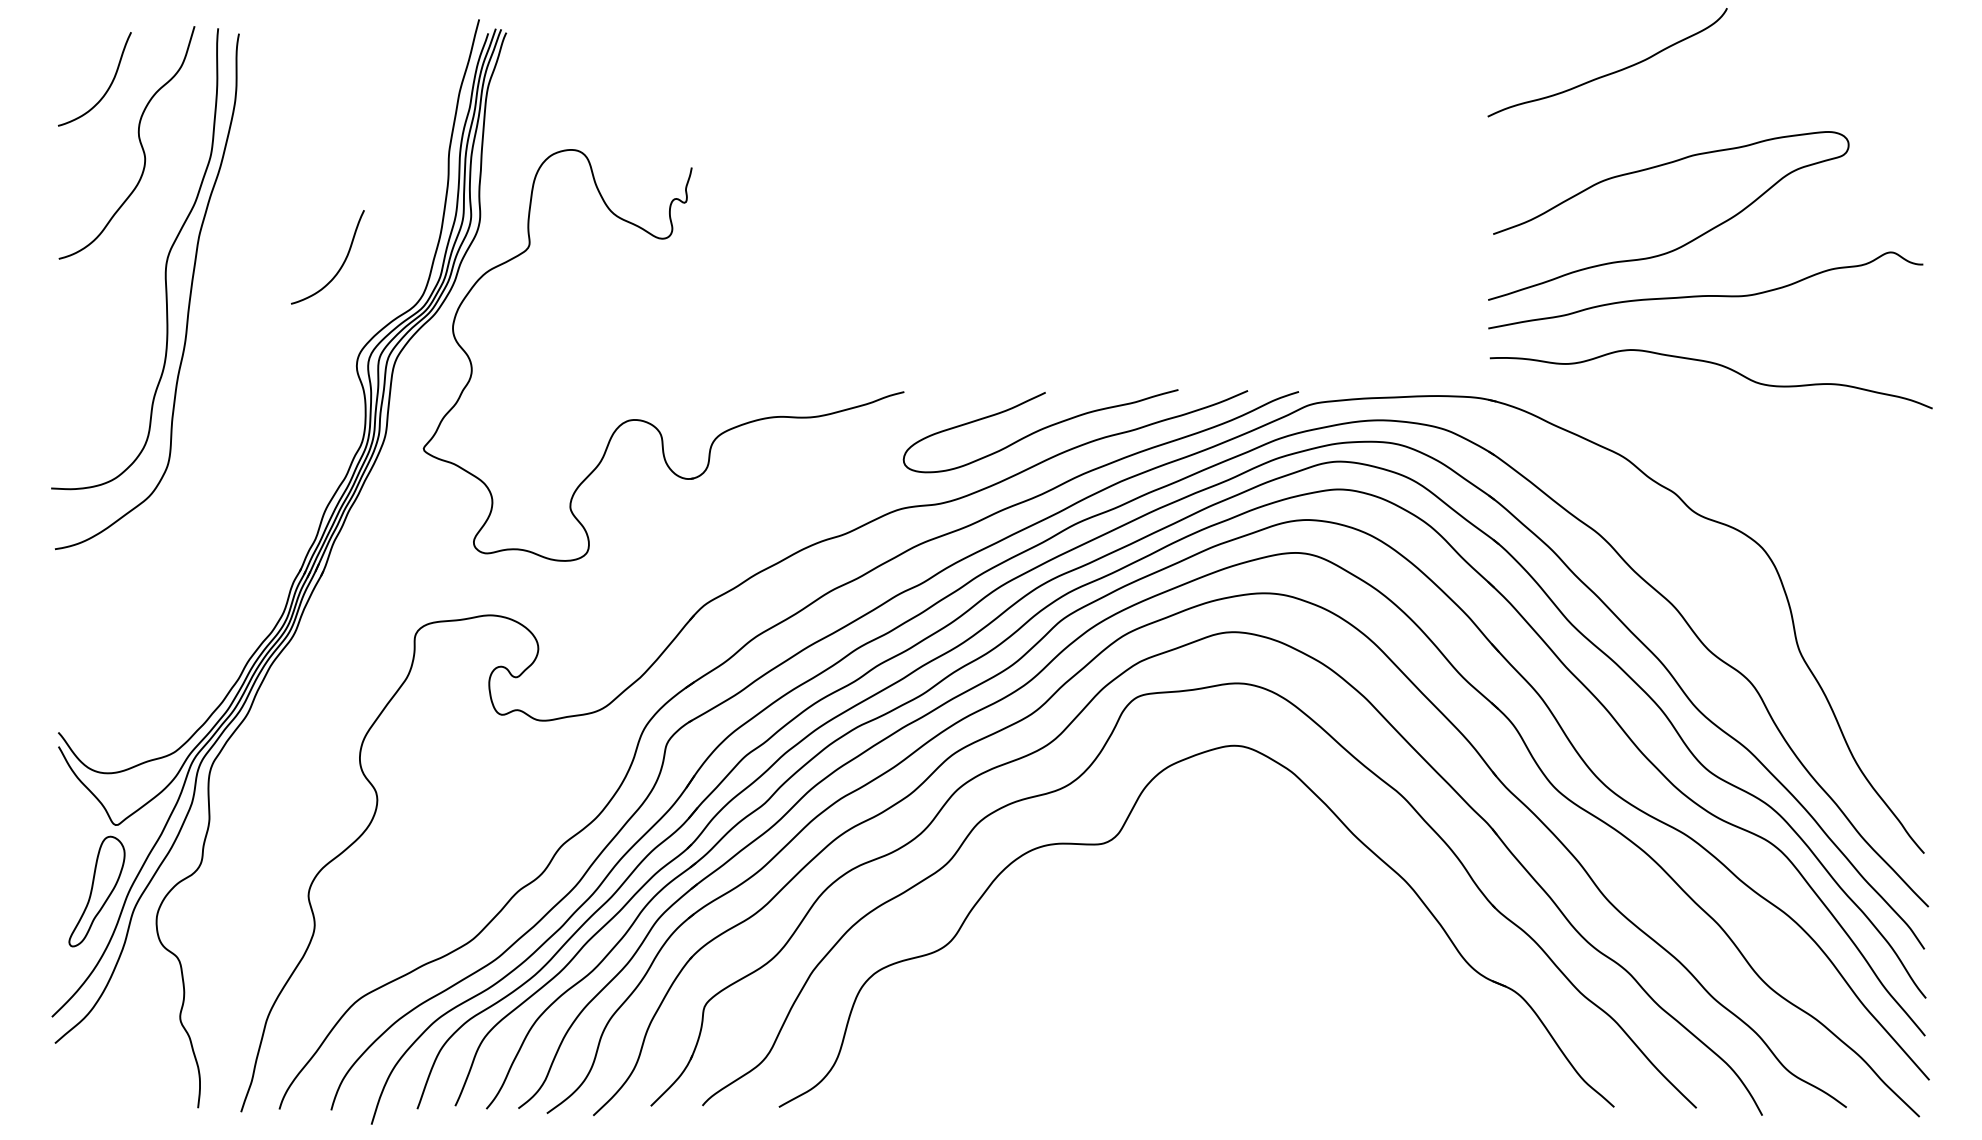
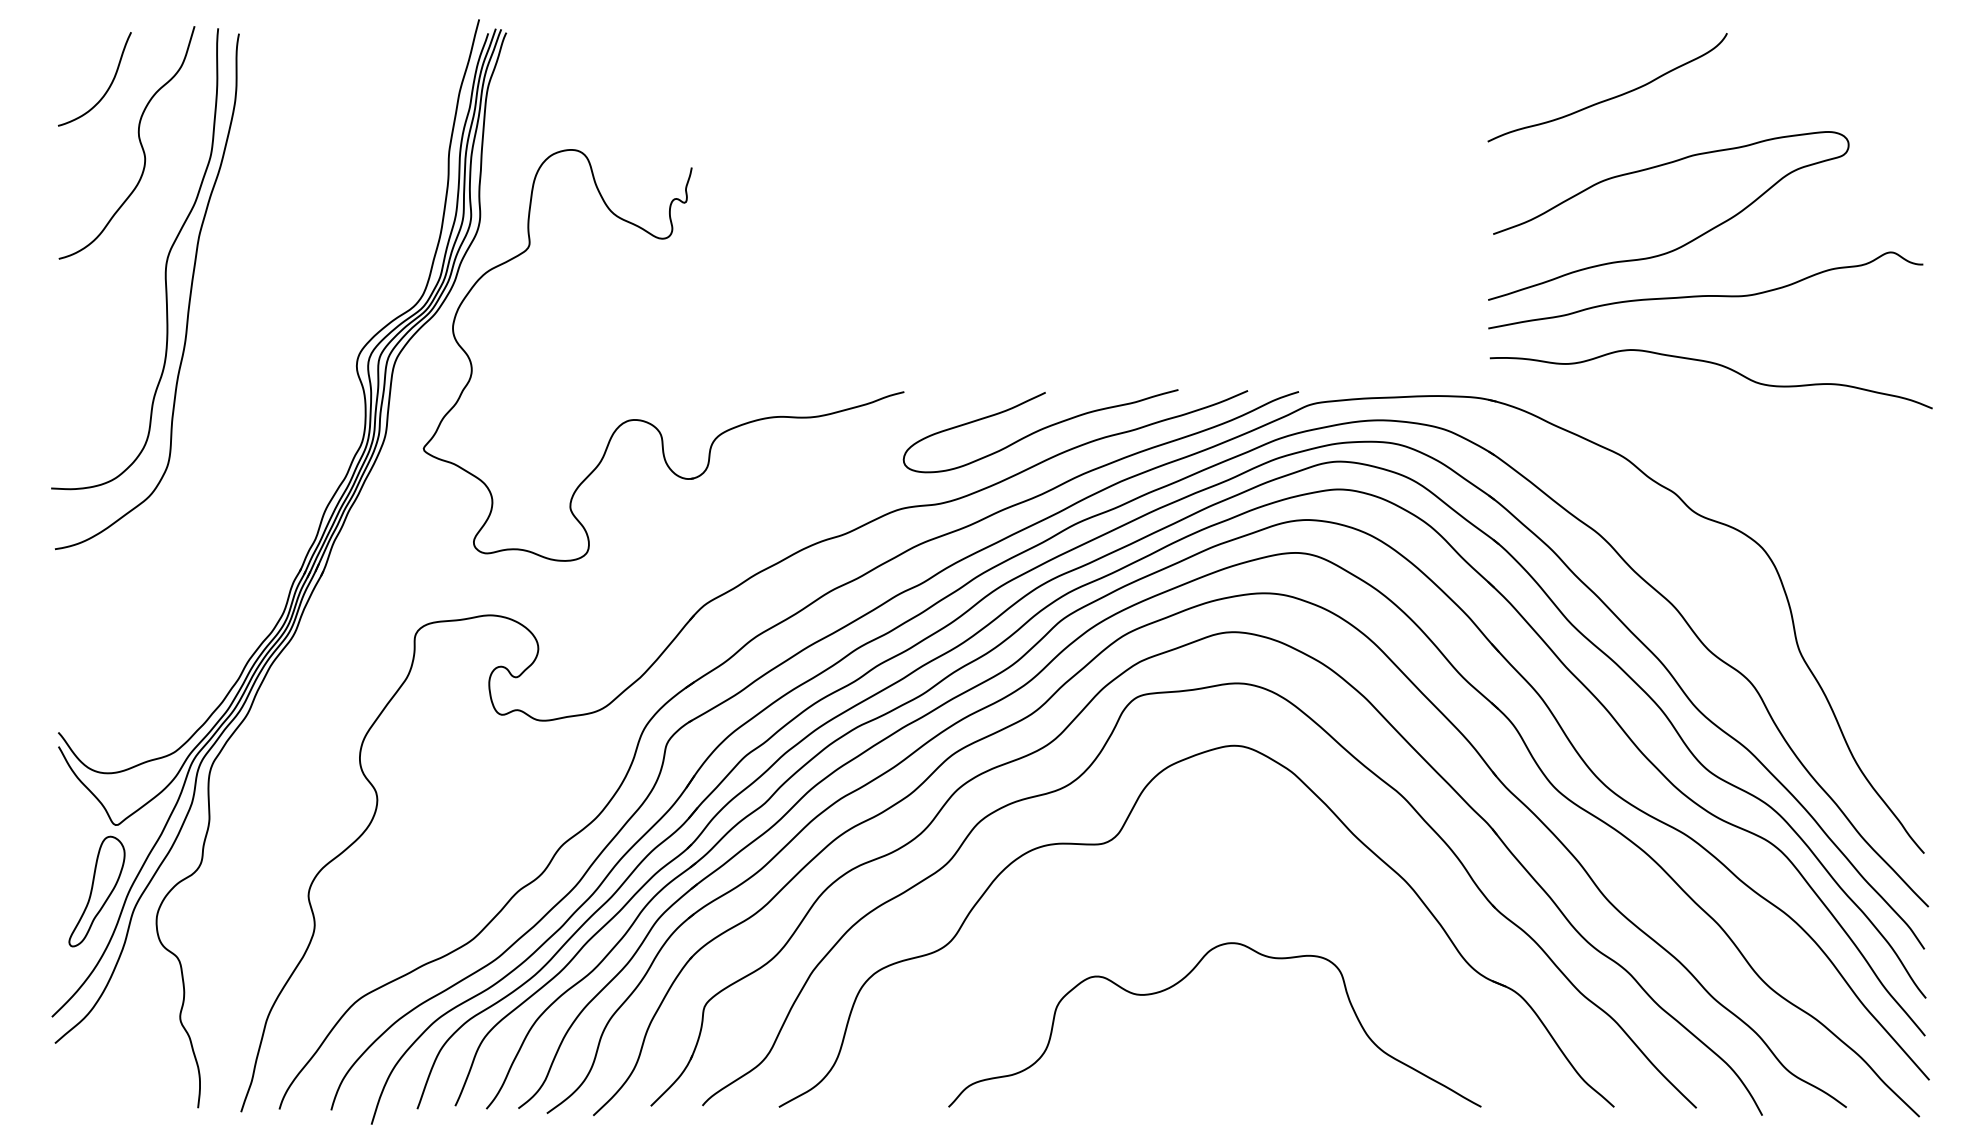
curve at (1611, 72) position: (1611, 72) -> (1611, 97)
curve at (340, 266): present -> none
curve at (1180, 982): none -> present
